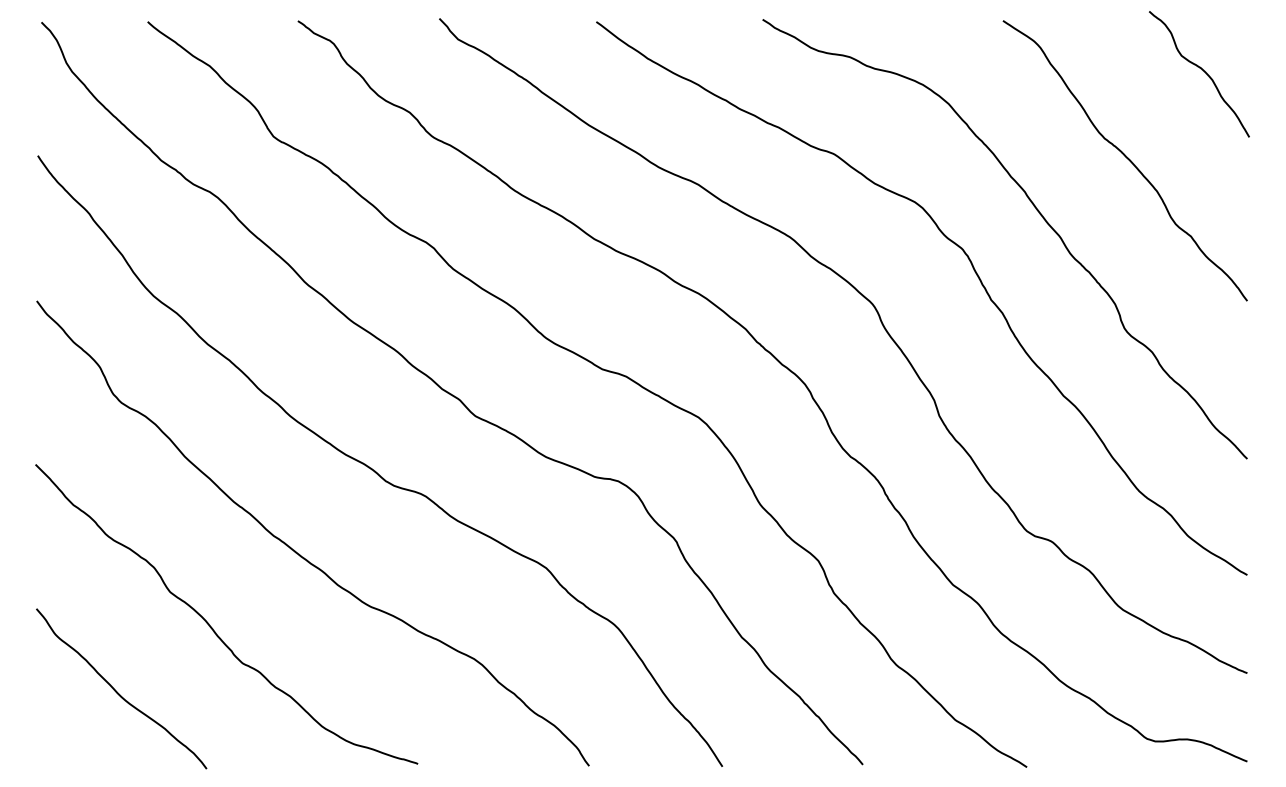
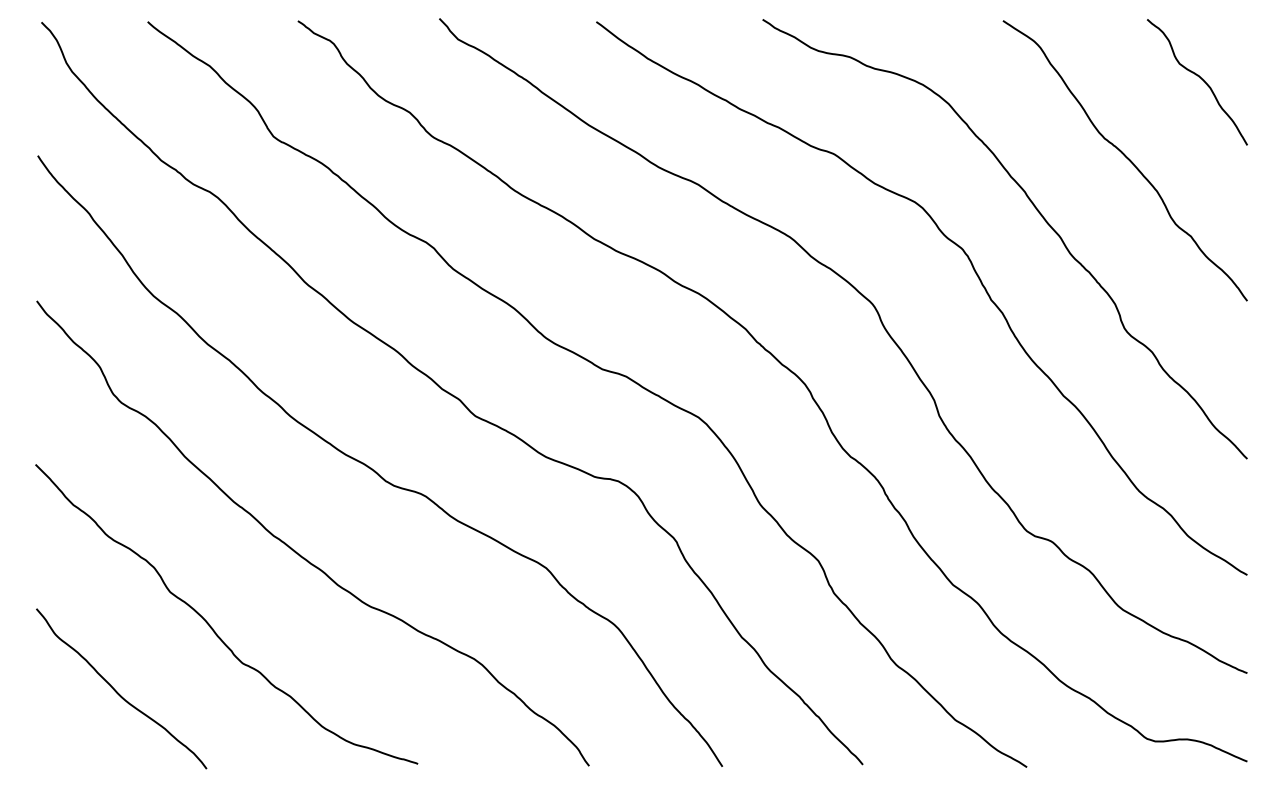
curve at (1202, 70) position: (1202, 70) -> (1200, 78)
